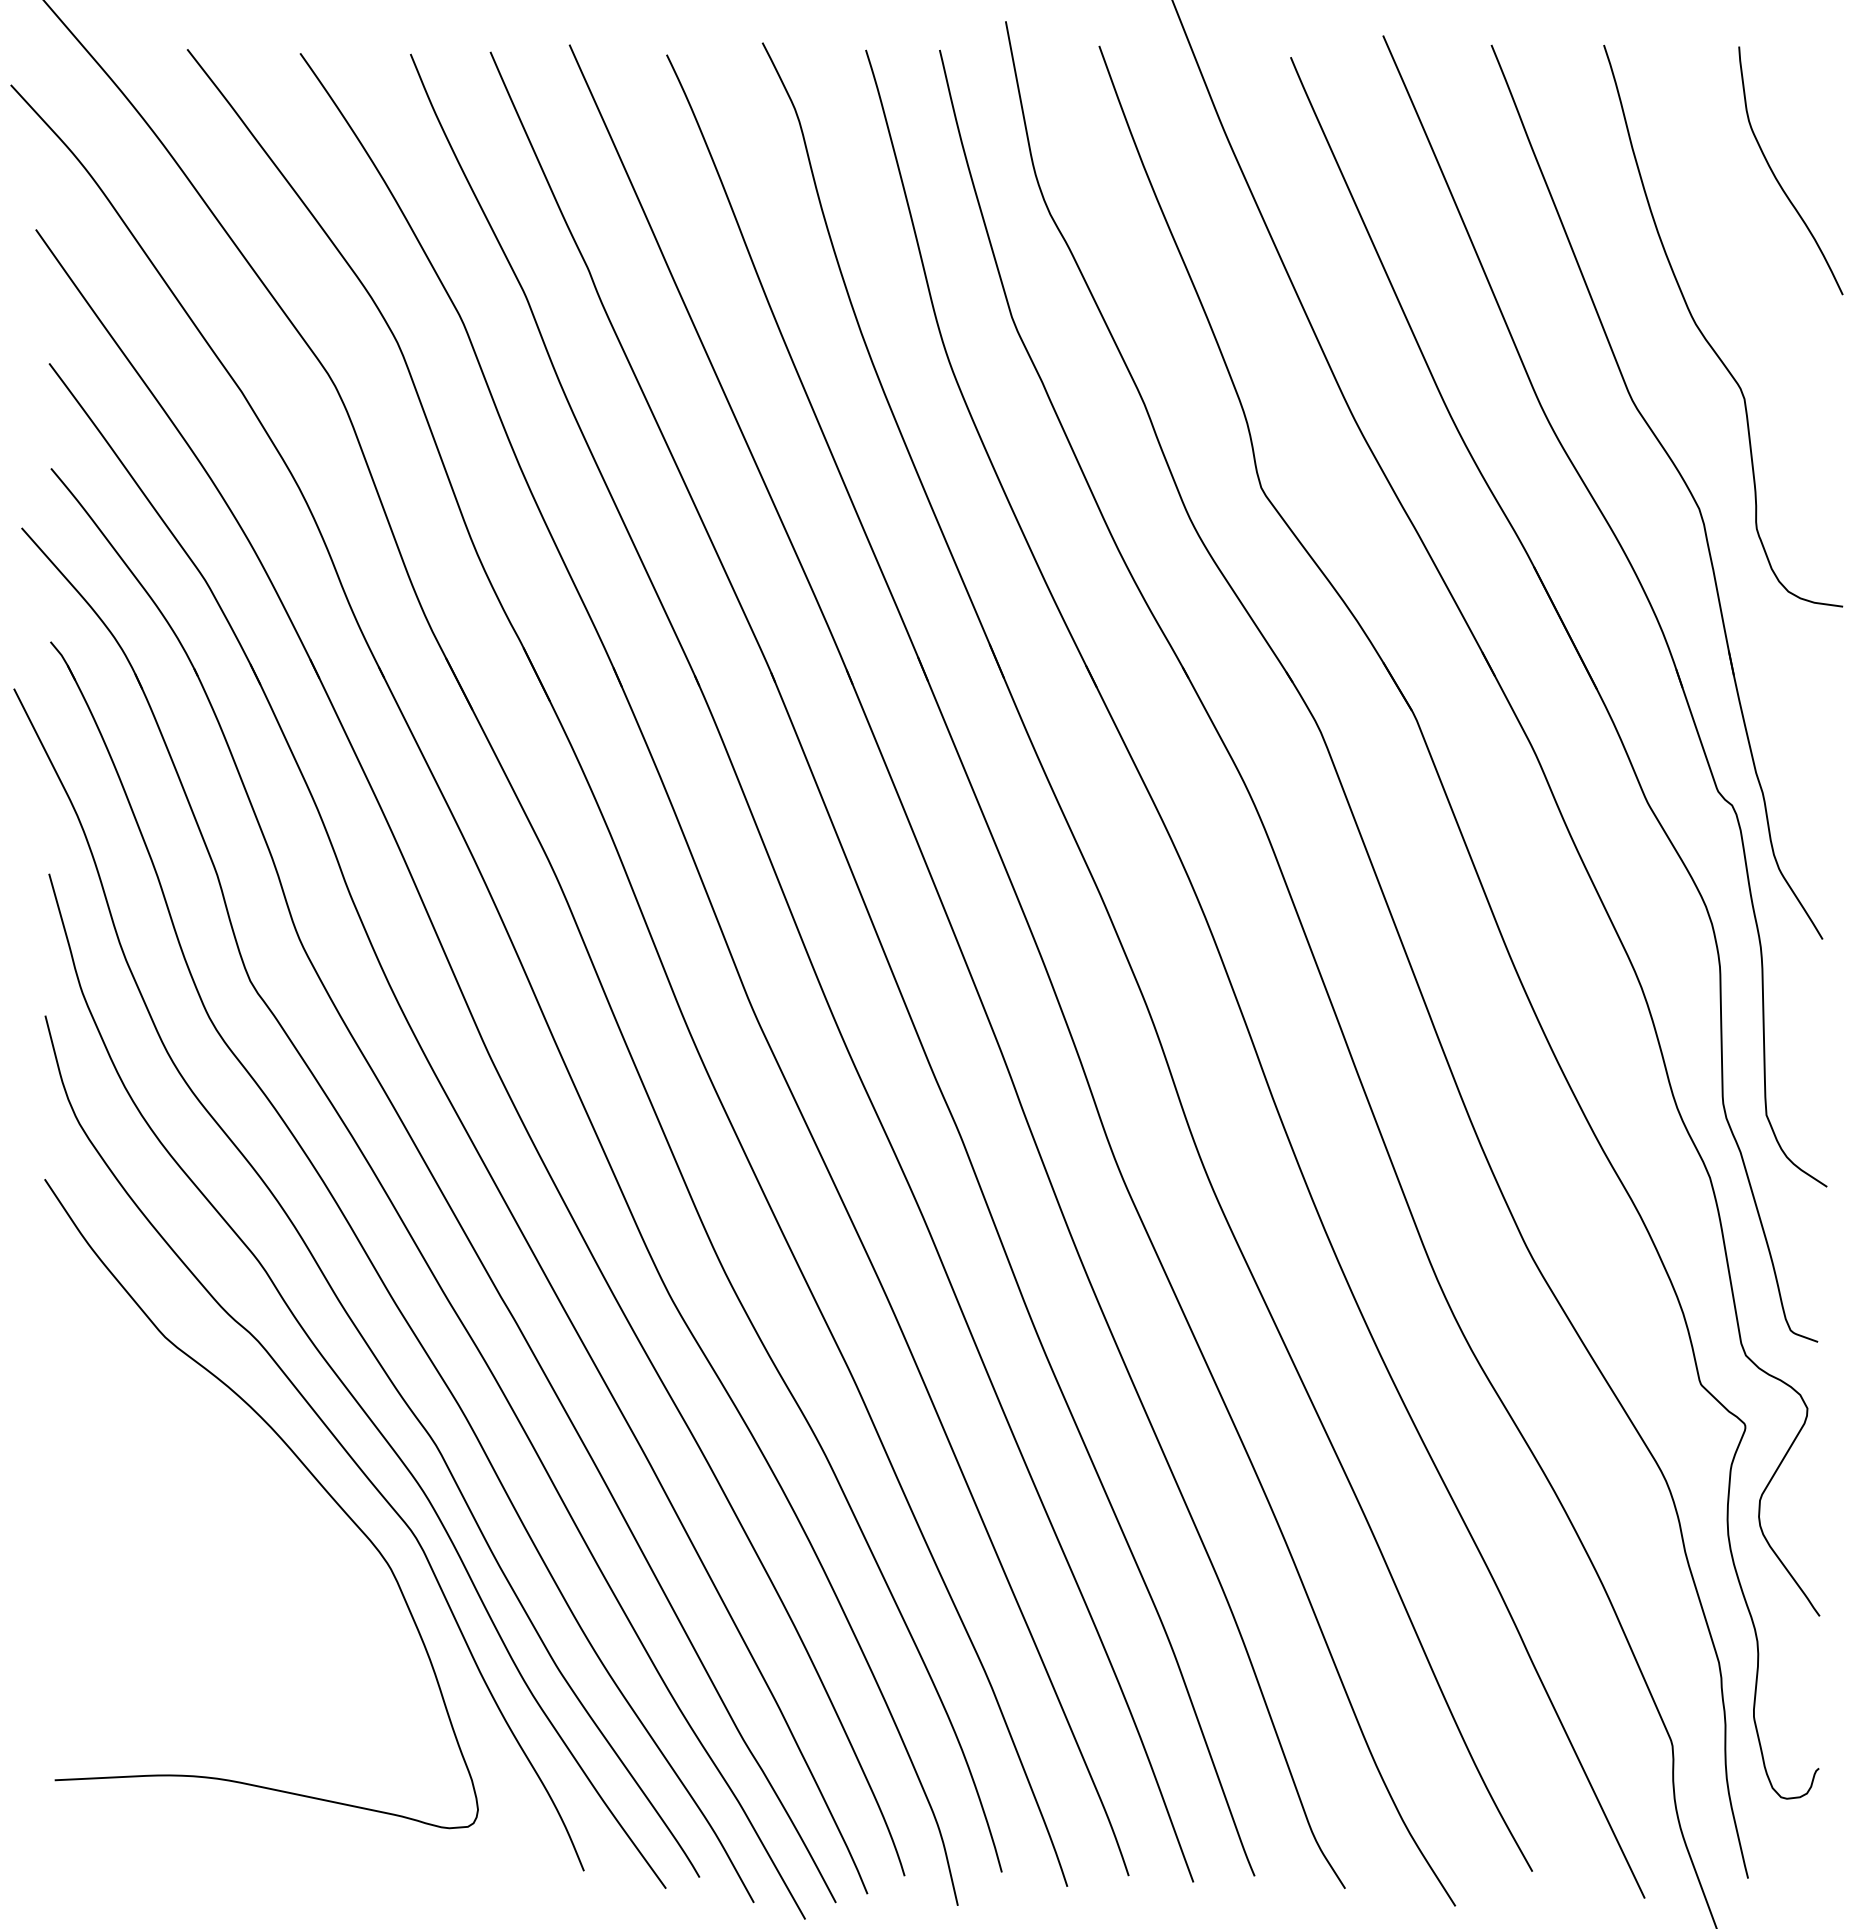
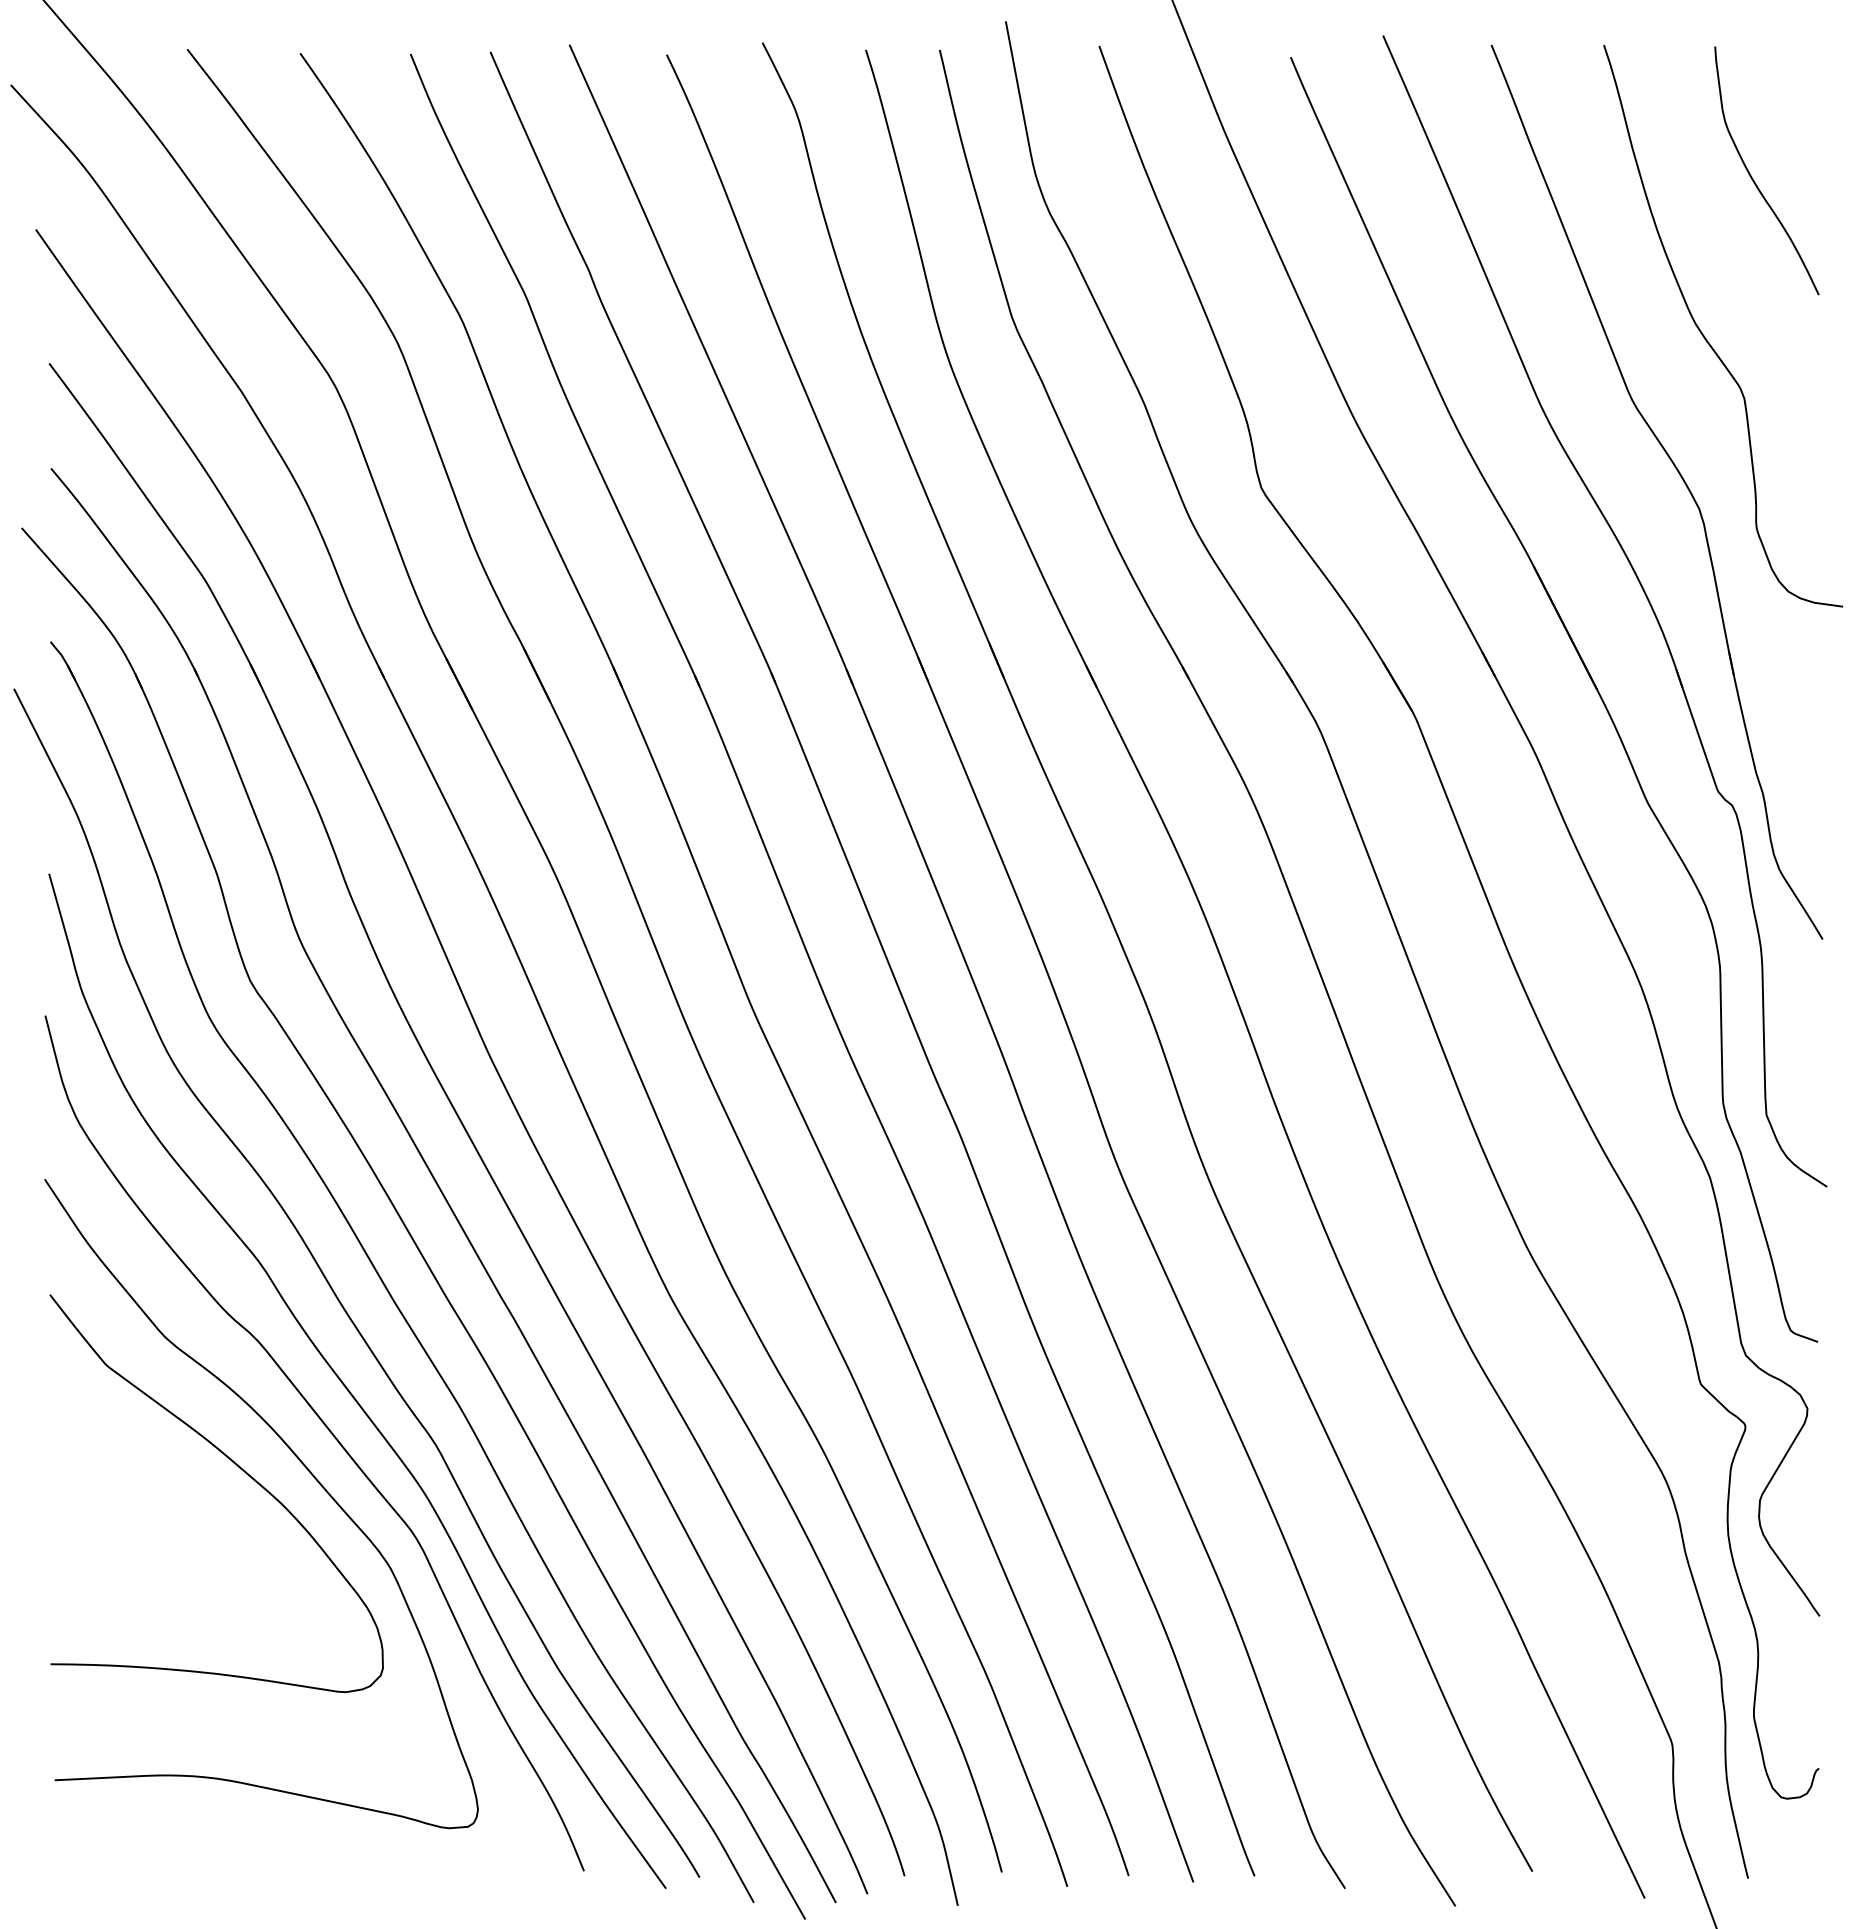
curve at (1777, 178) position: (1777, 178) -> (1753, 178)
curve at (240, 1469): none -> present
